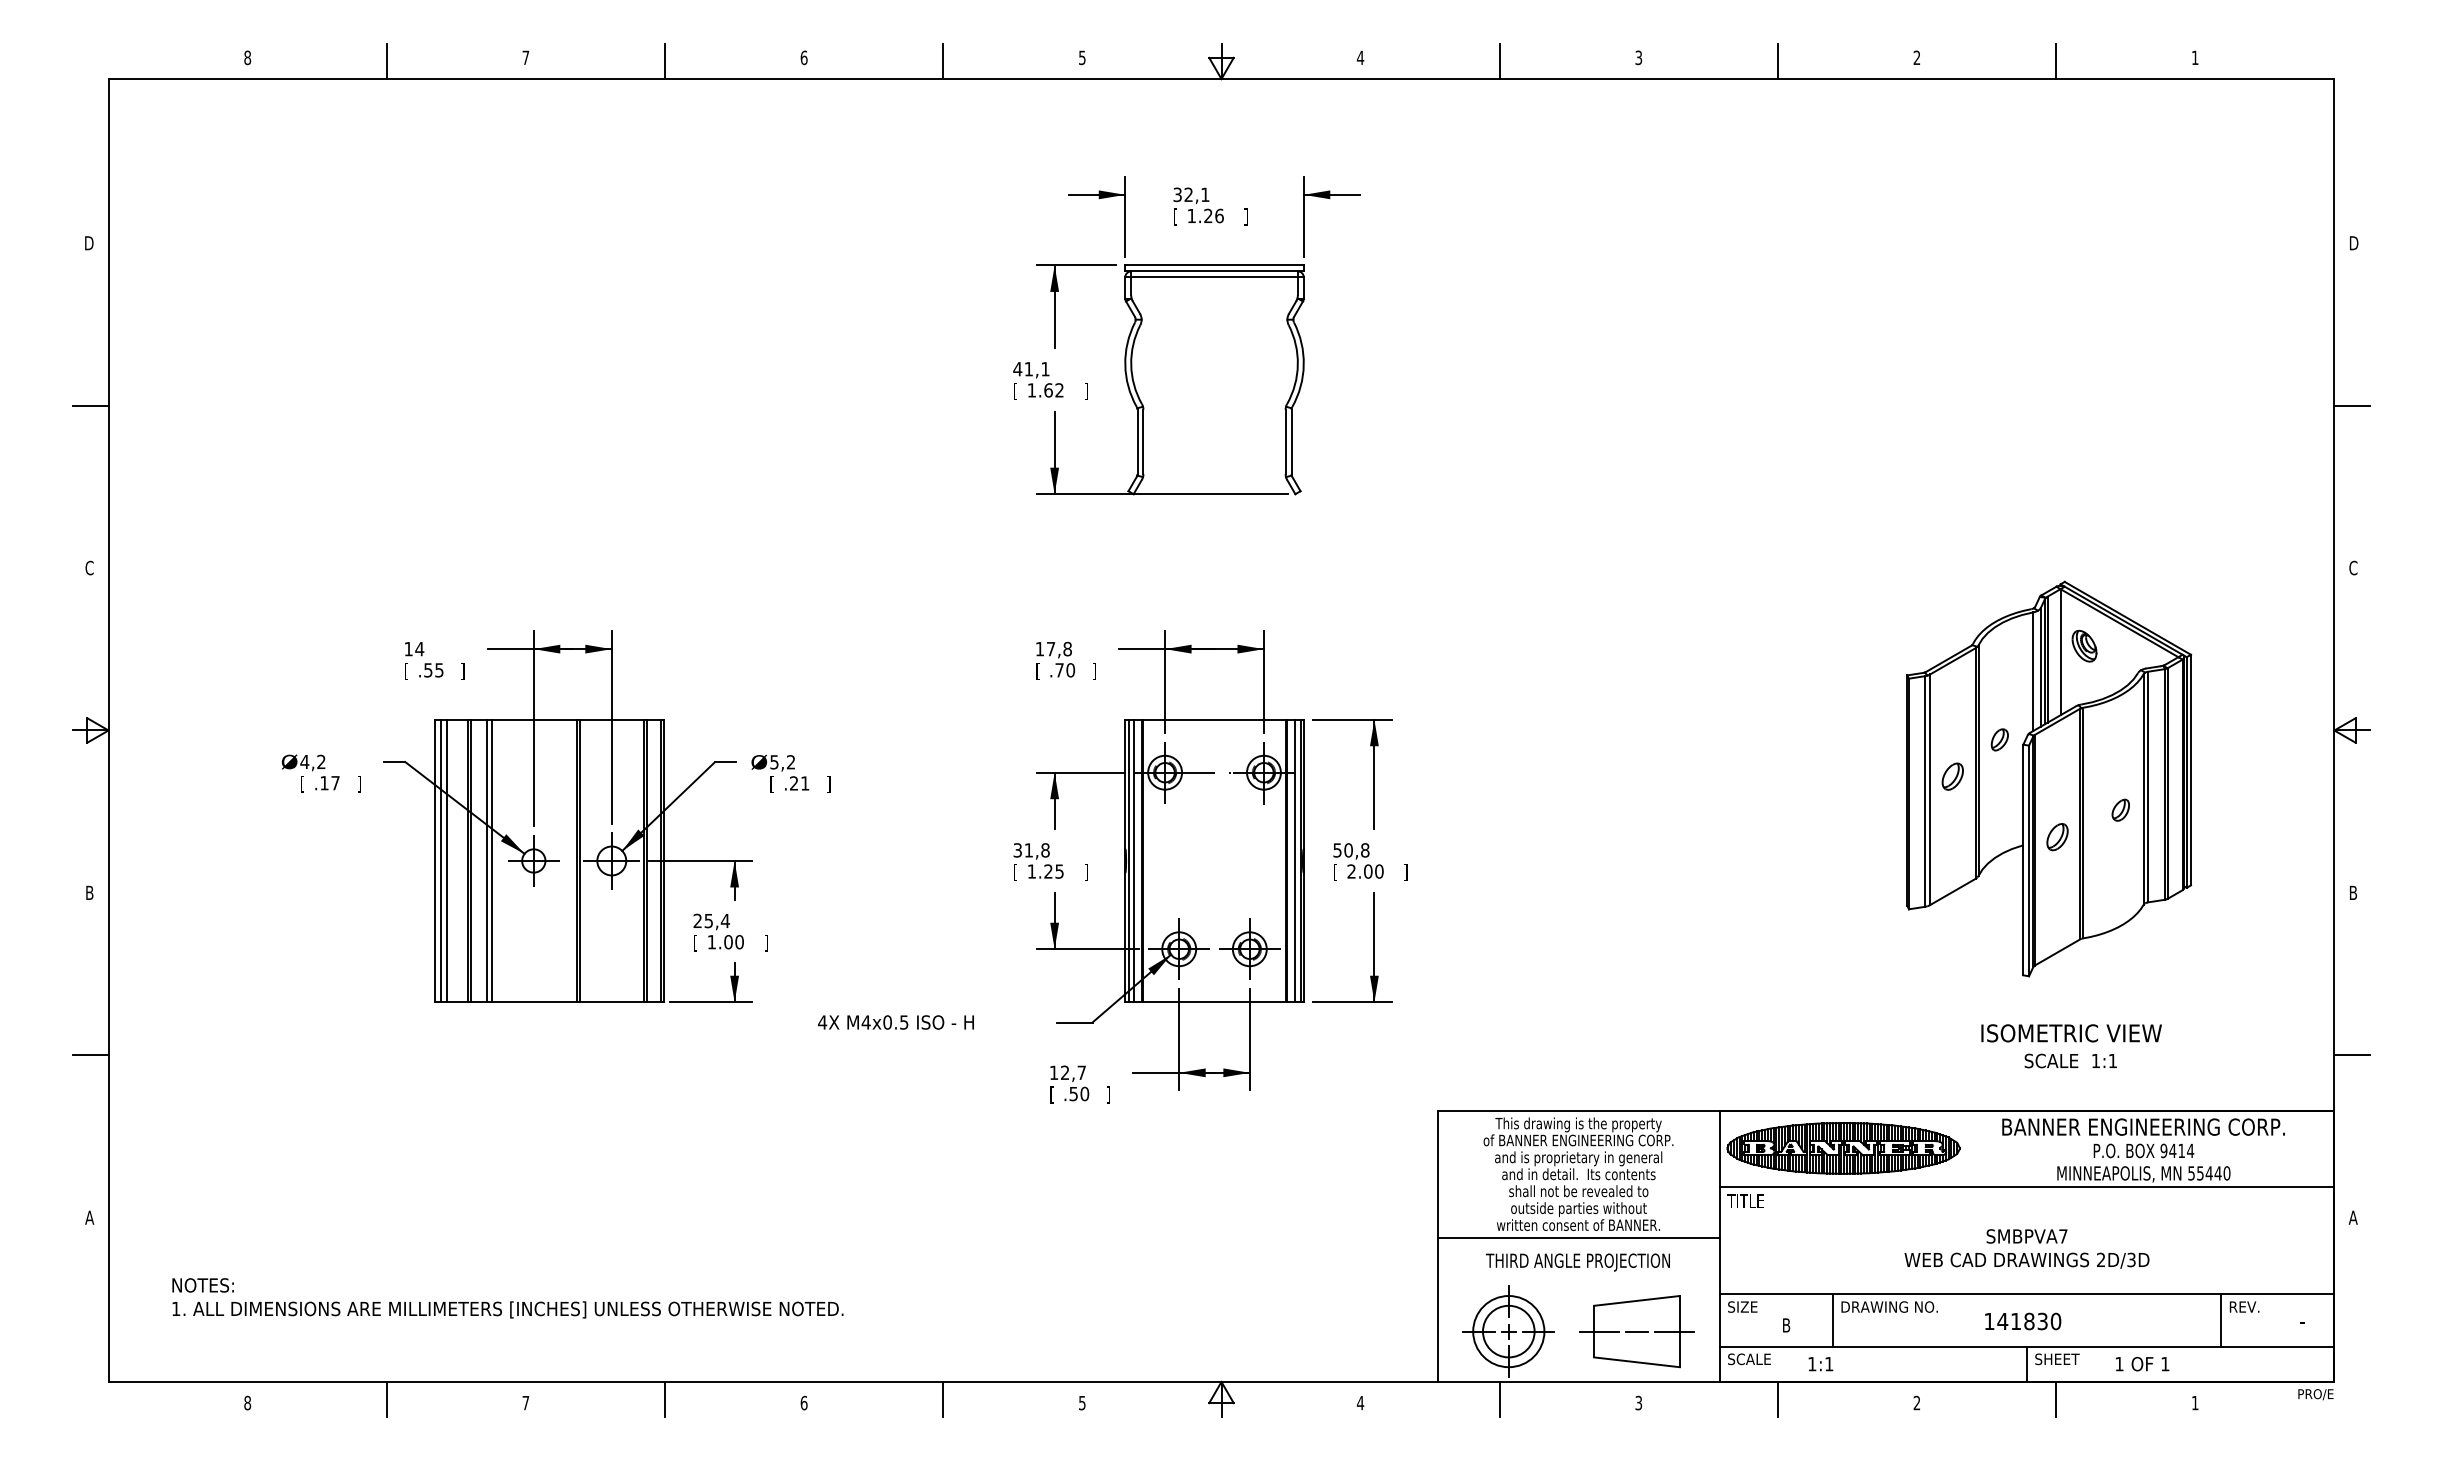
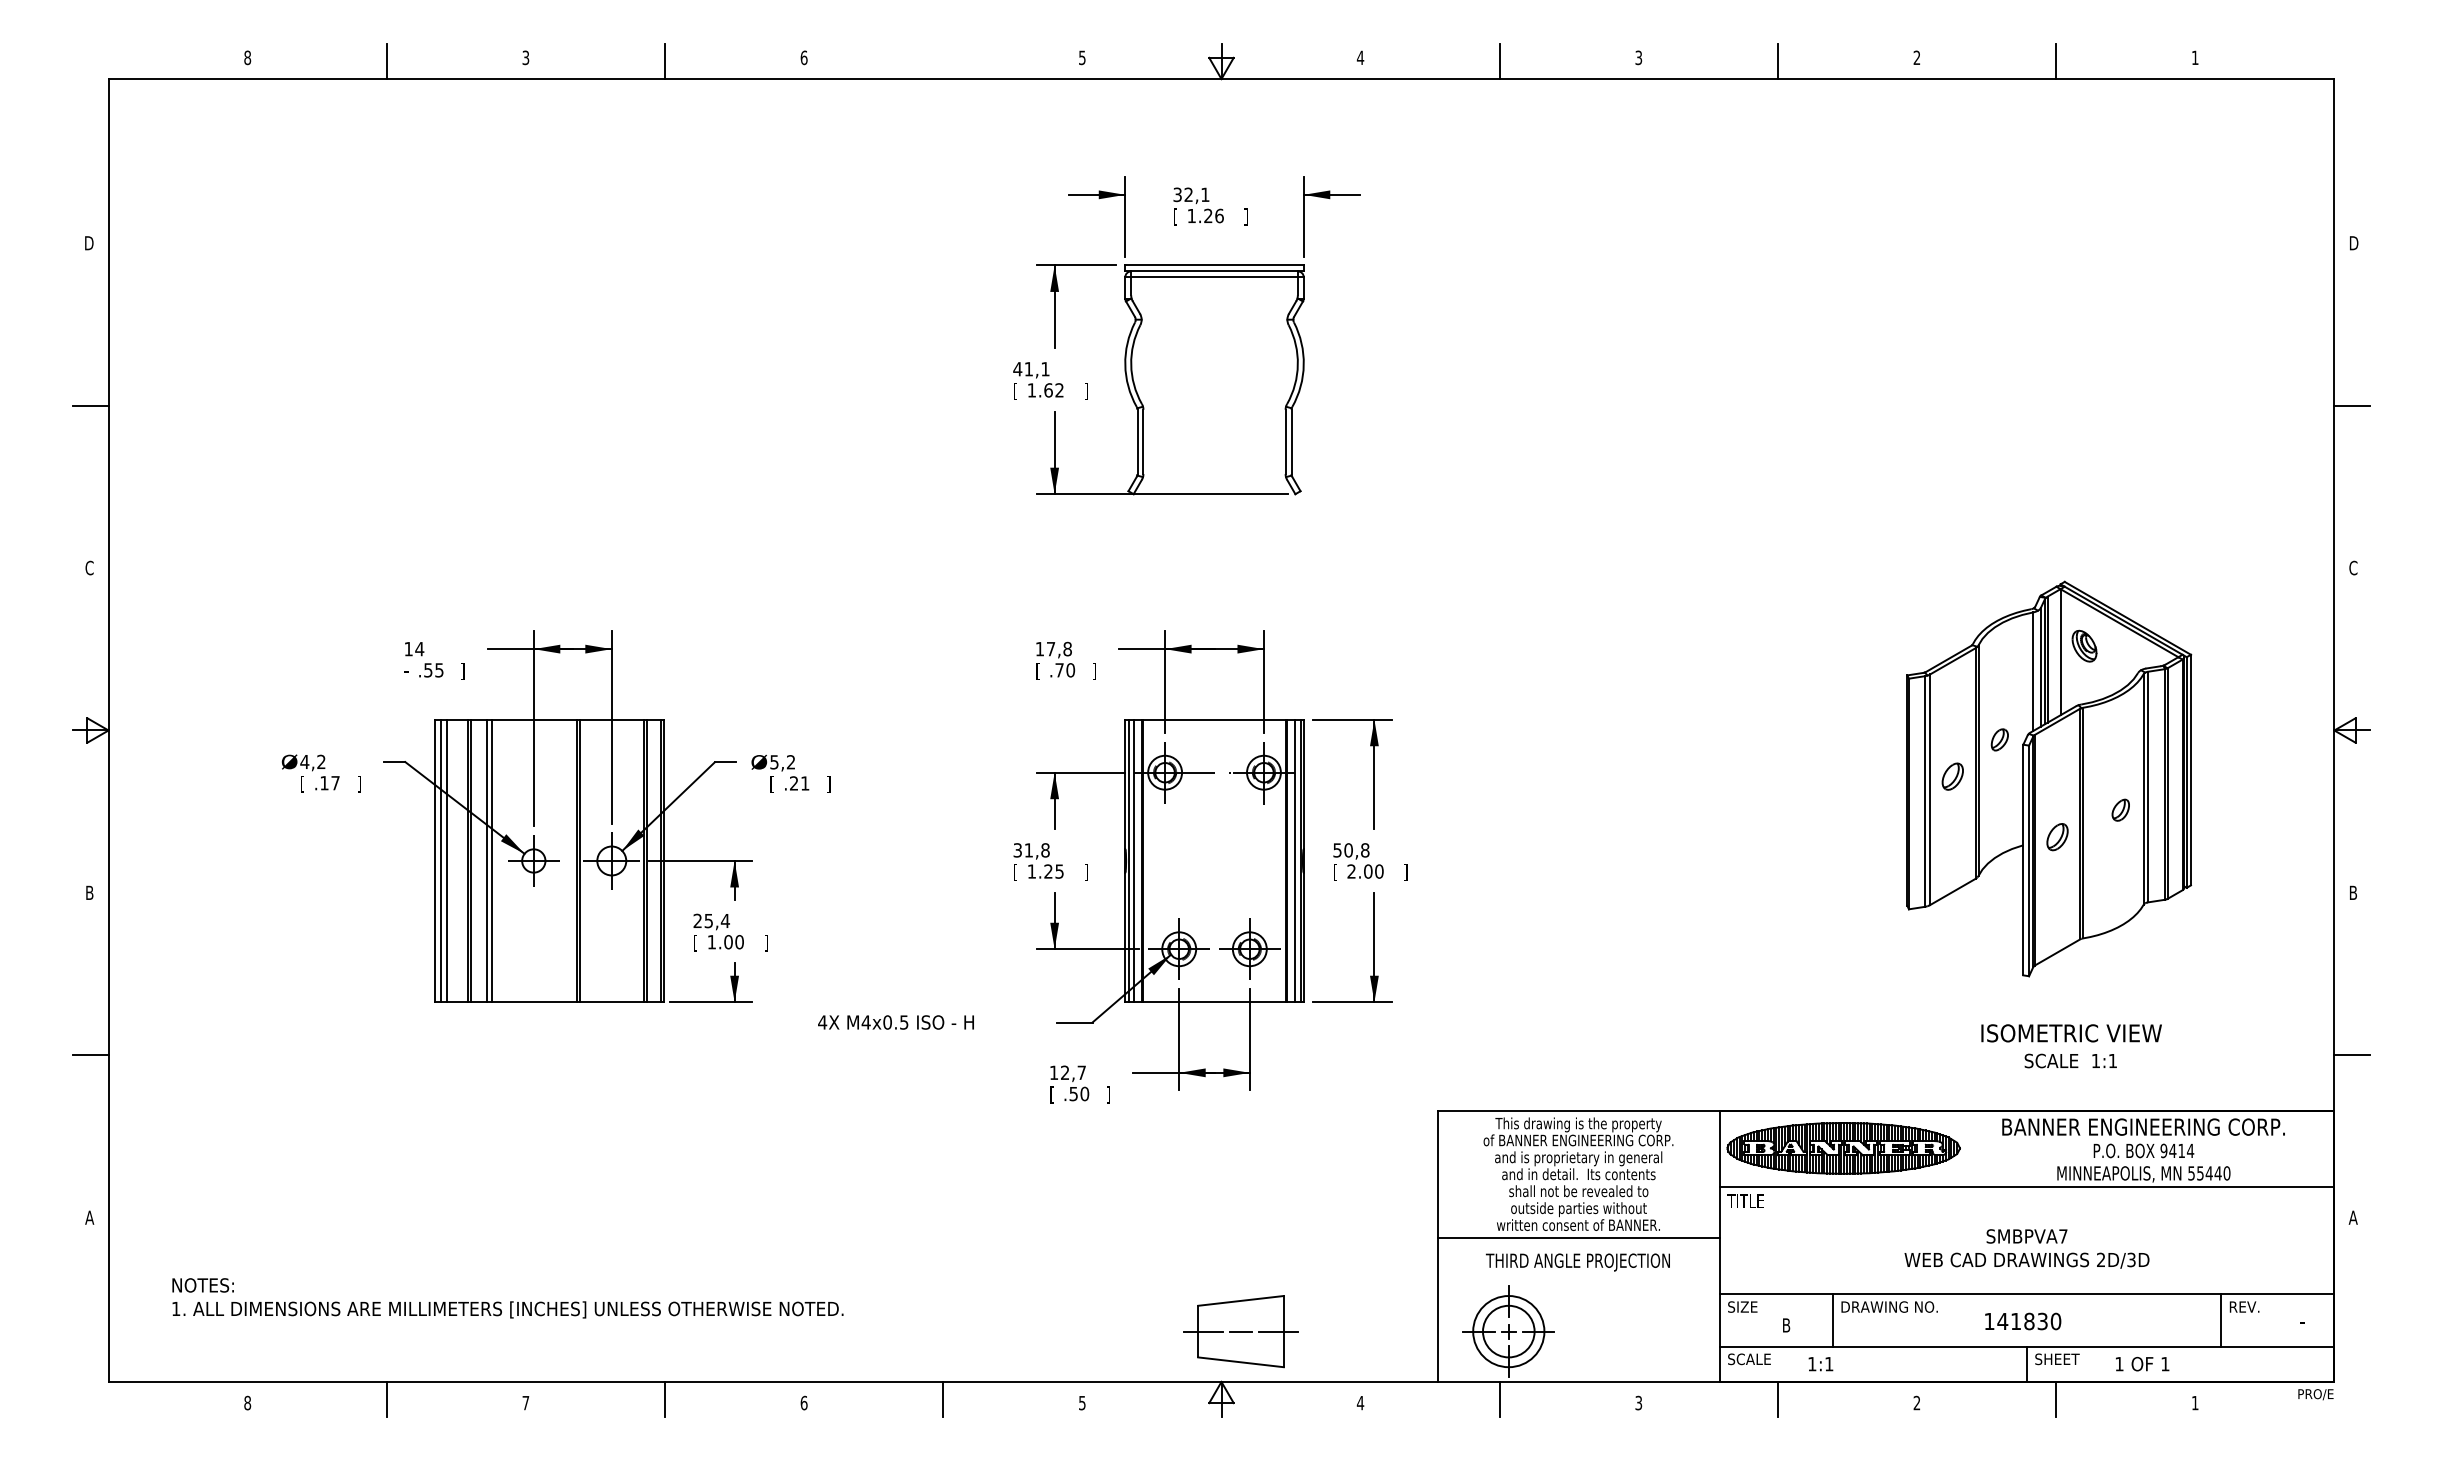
text at (525, 57): 7 -> 3
line at (943, 61): present -> none
text at (406, 671): [ -> -
part at (1636, 1331) position: (1636, 1331) -> (1240, 1331)
